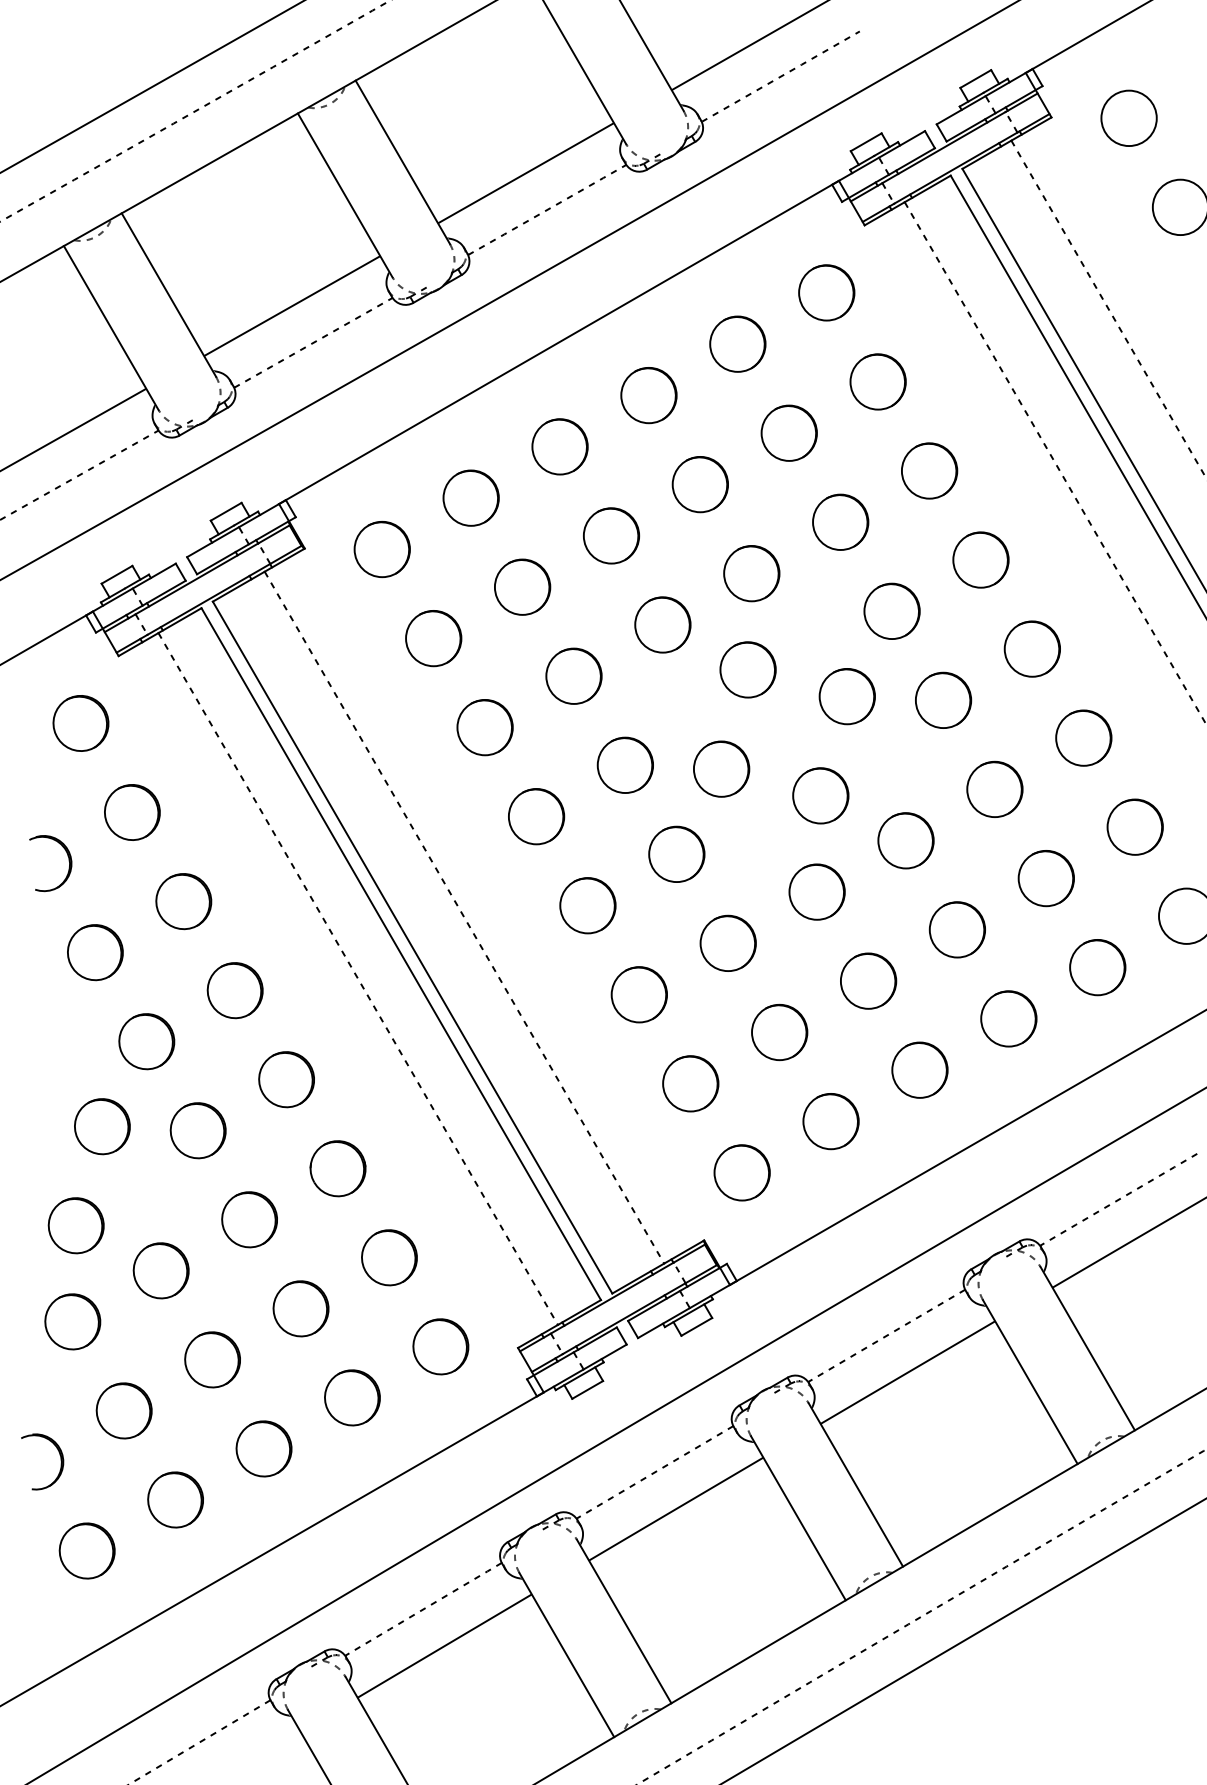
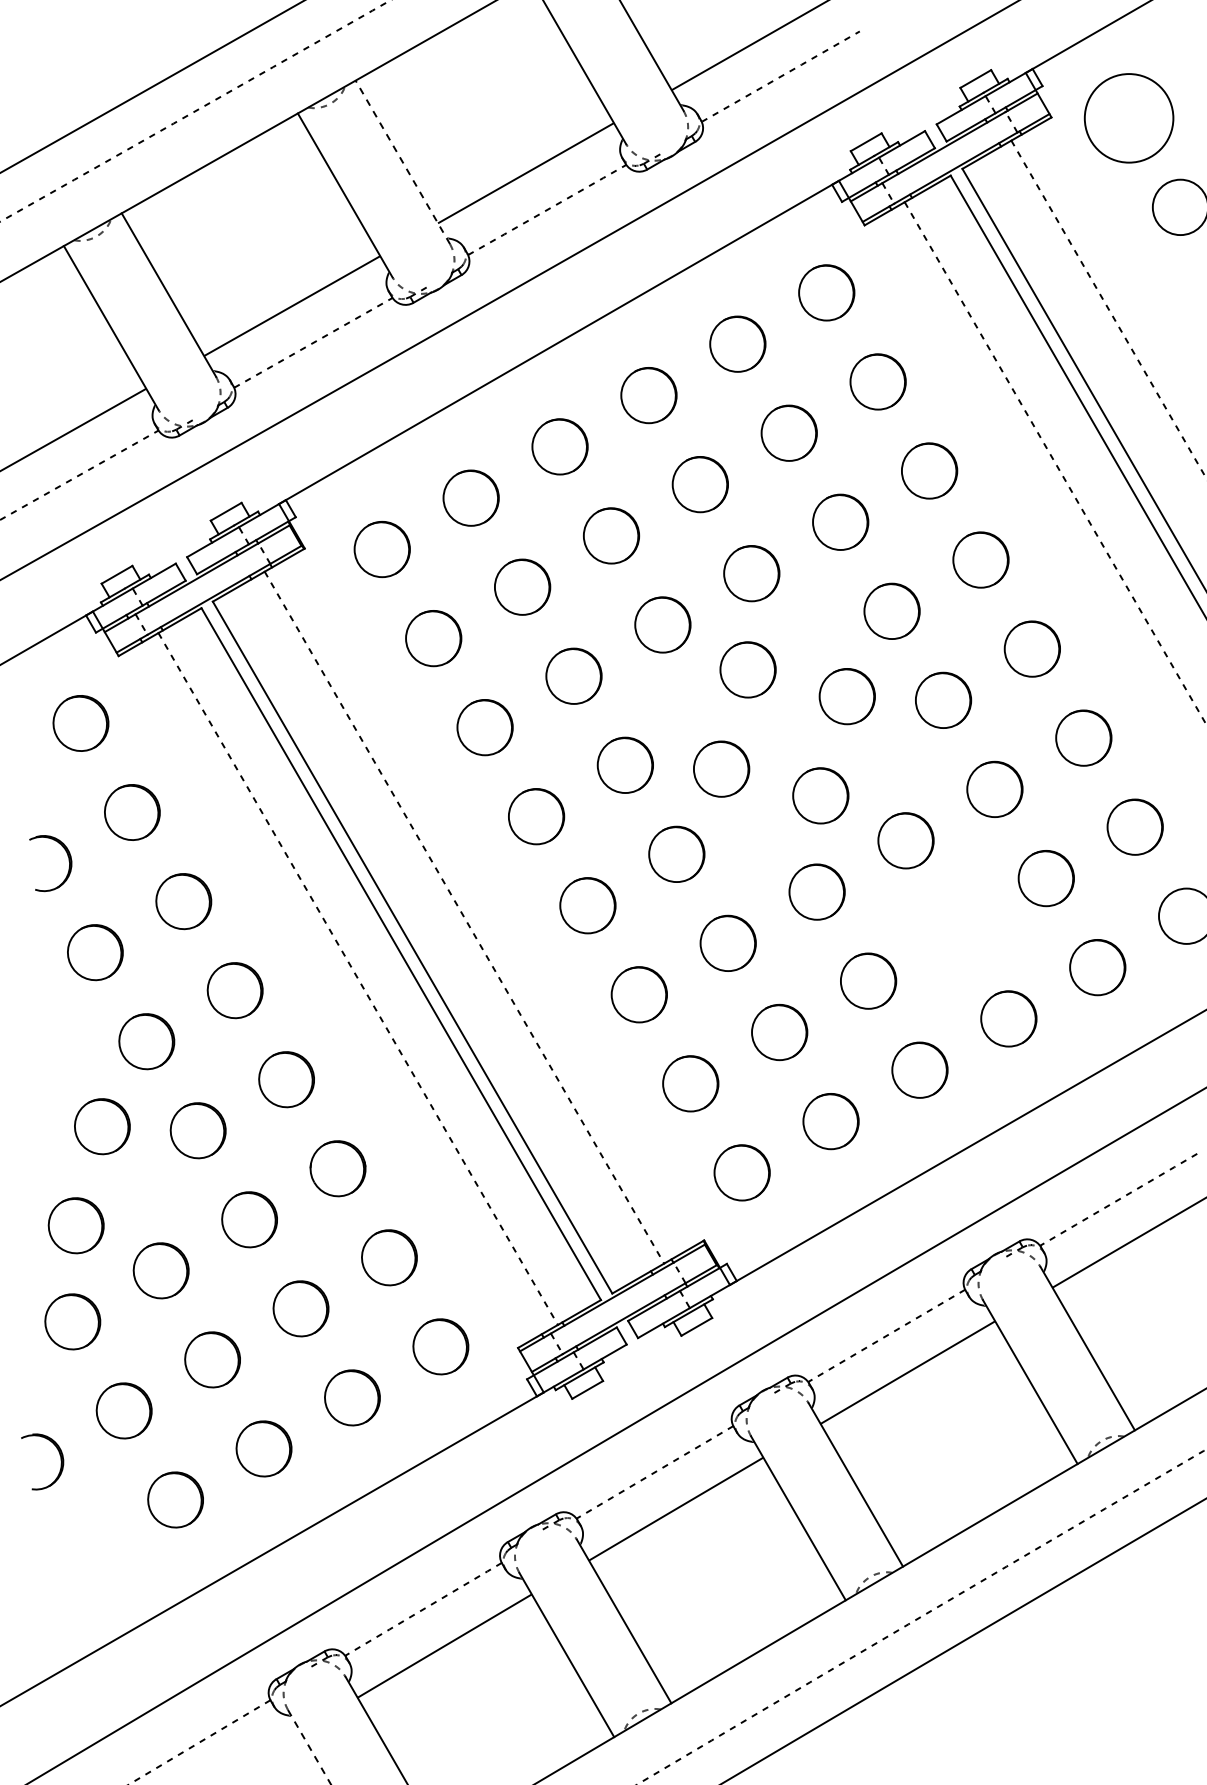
circle at (1128, 118) diameter: 55 px -> 89 px
line at (402, 161): solid -> dashed
circle at (956, 929): present -> none
part at (86, 1550): present -> none
line at (309, 1747): solid -> dashed
